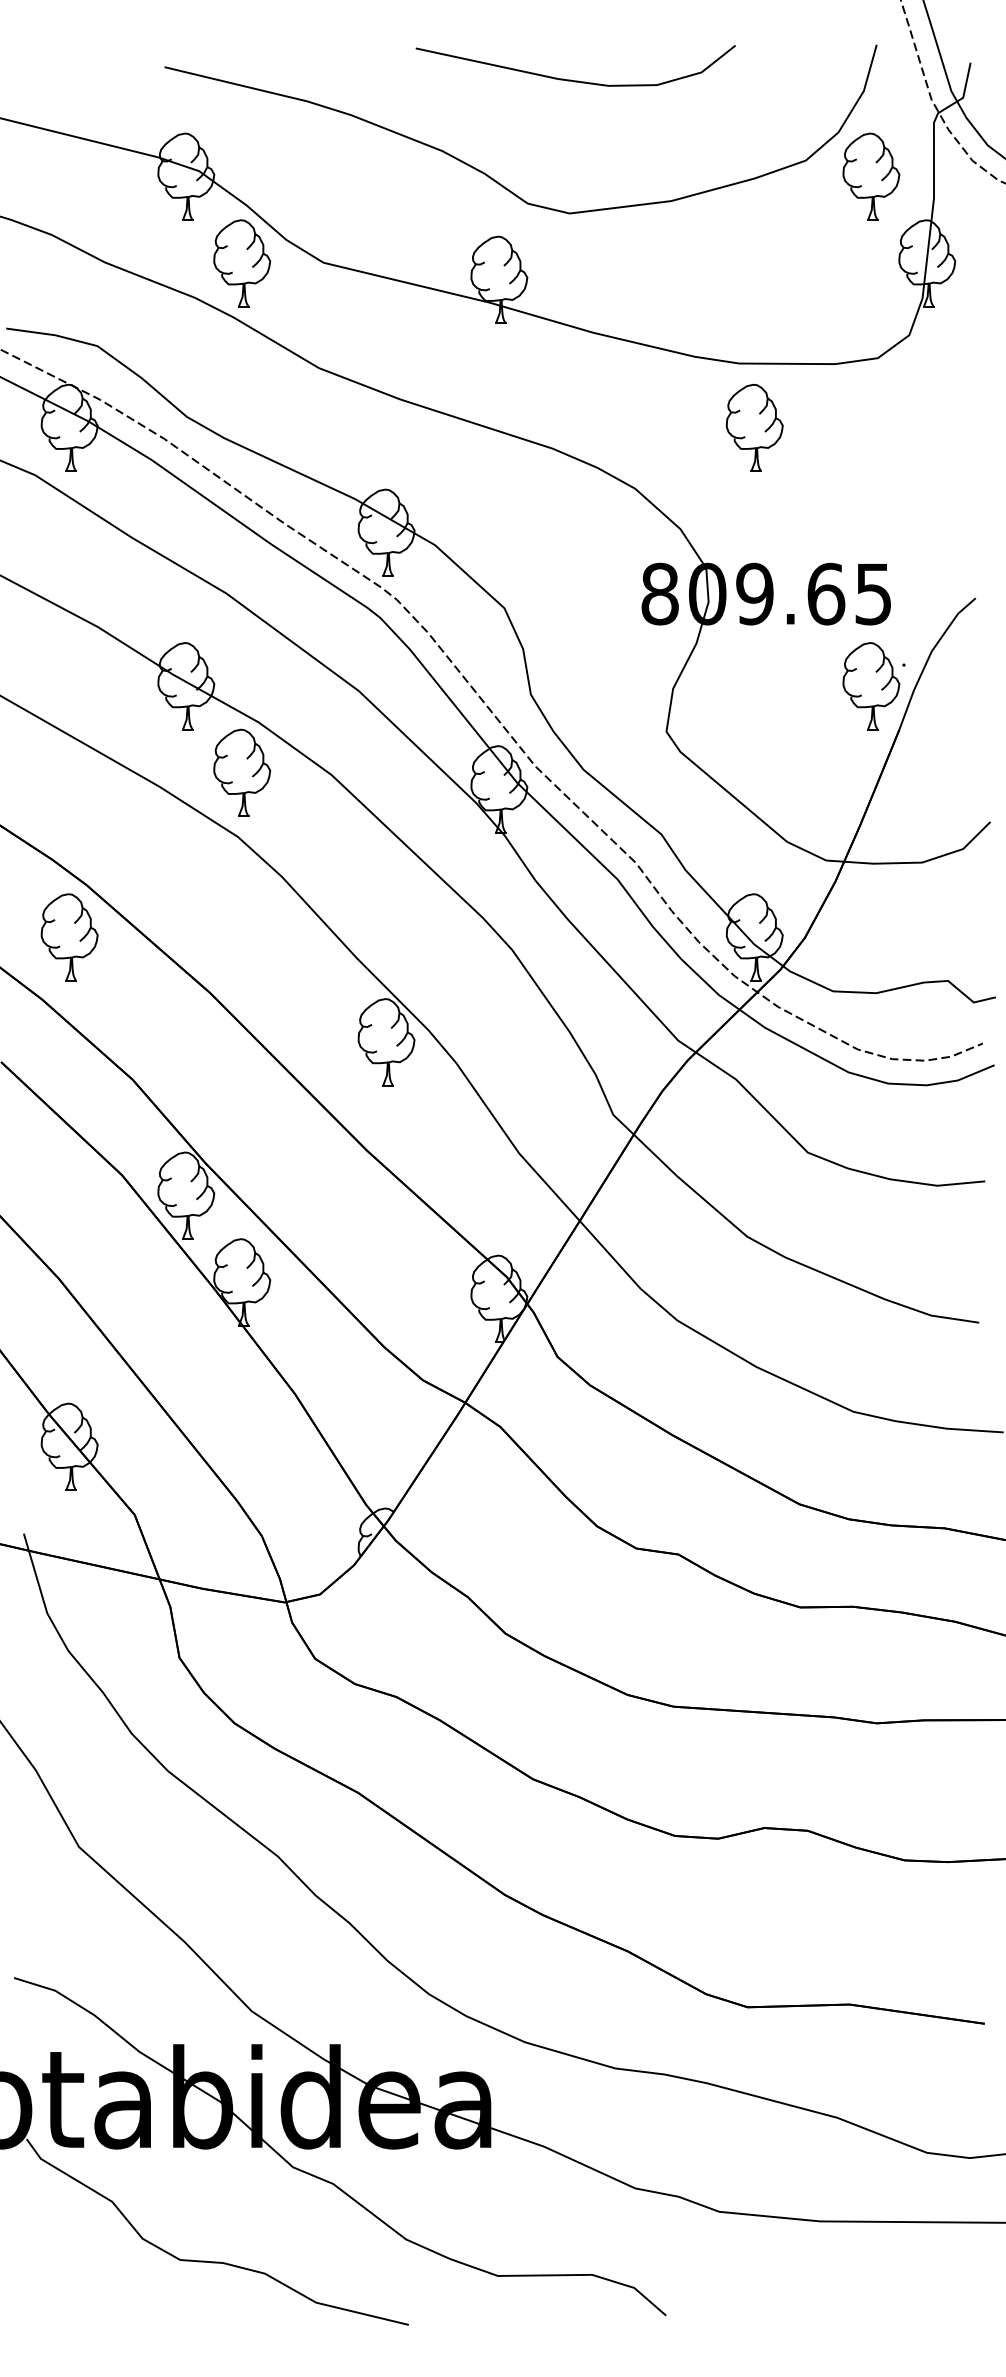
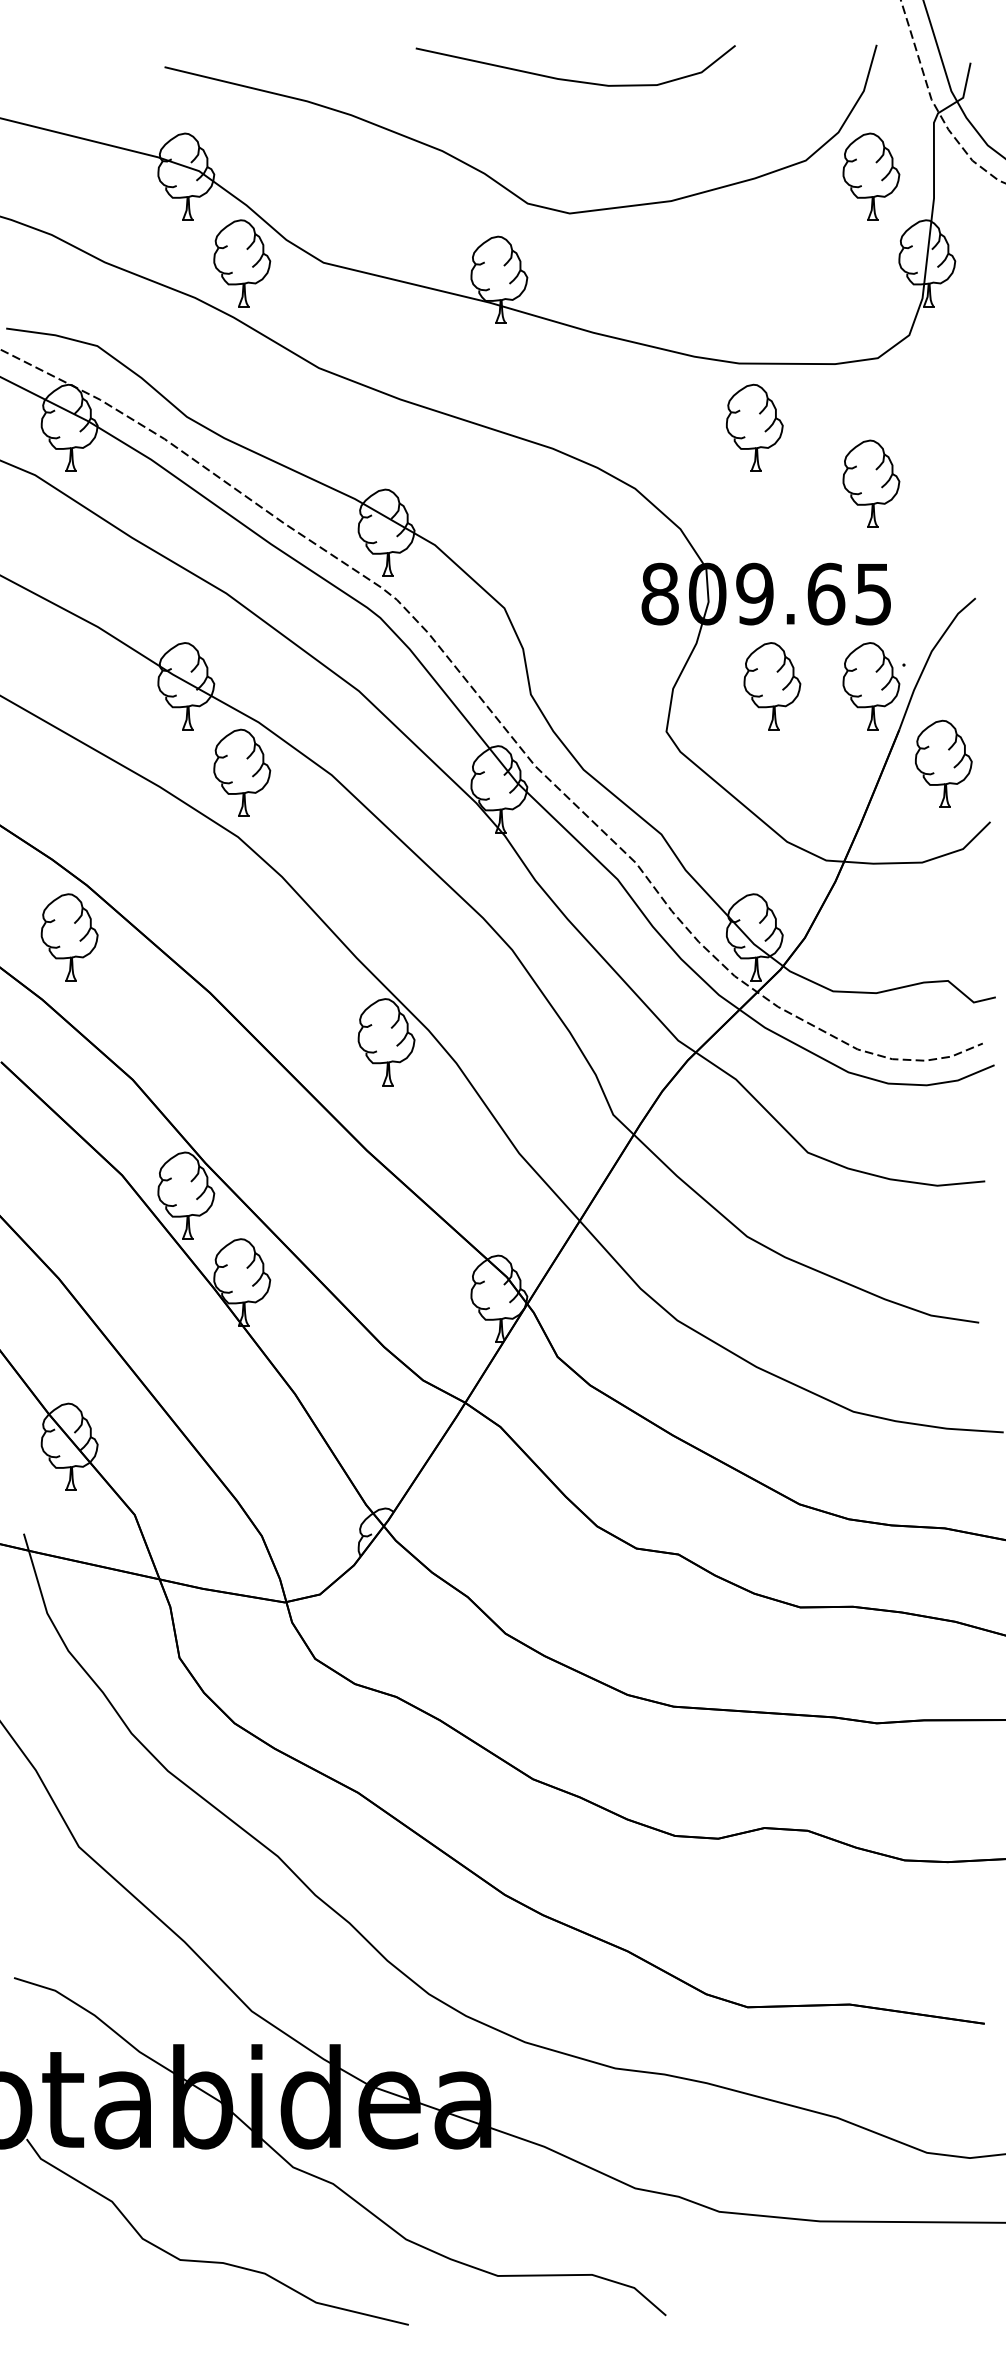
part at (871, 483): none -> present
part at (772, 686): none -> present
part at (943, 763): none -> present
